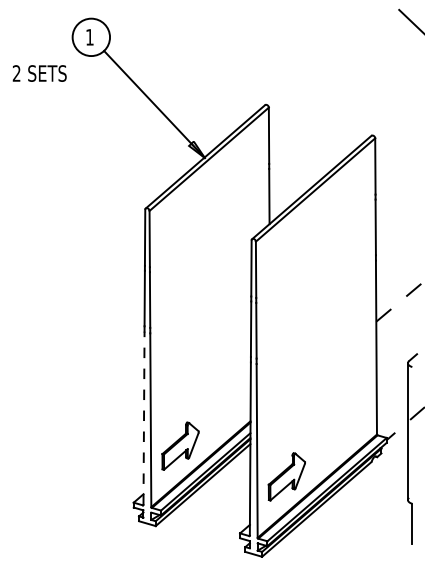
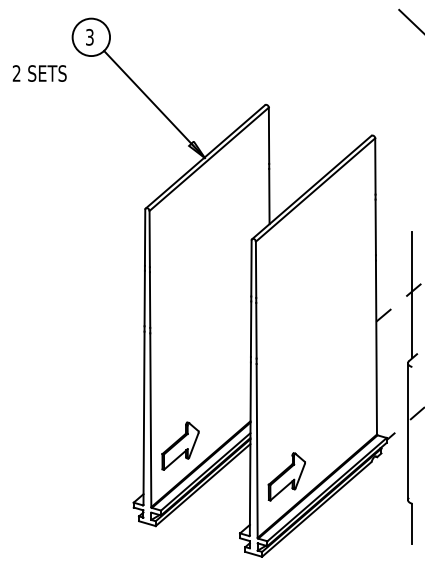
text at (89, 36): 1 -> 3
line at (412, 294): none -> present
line at (144, 418): dashed -> solid
